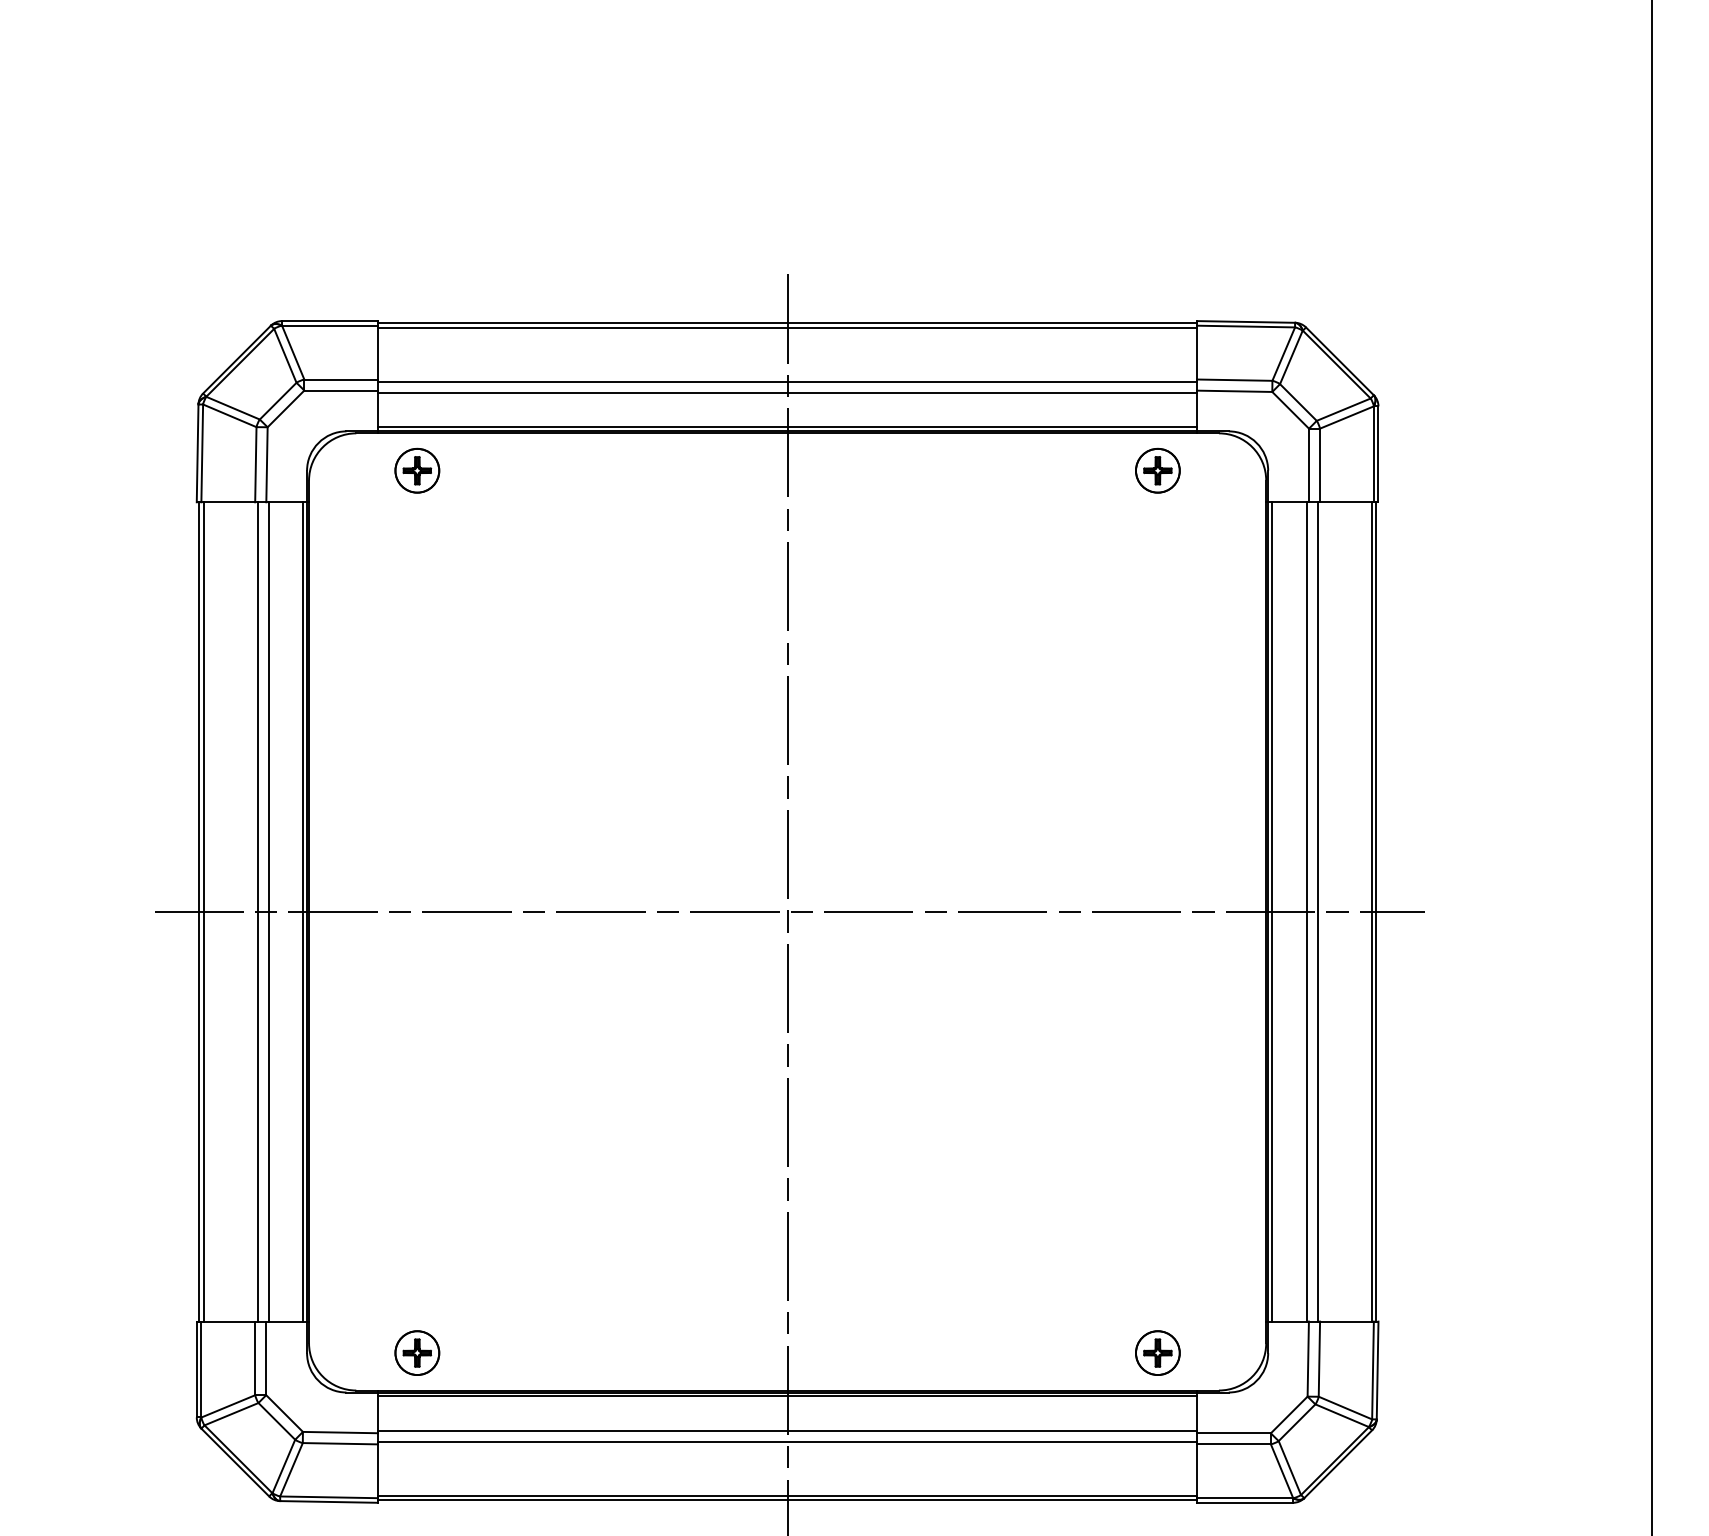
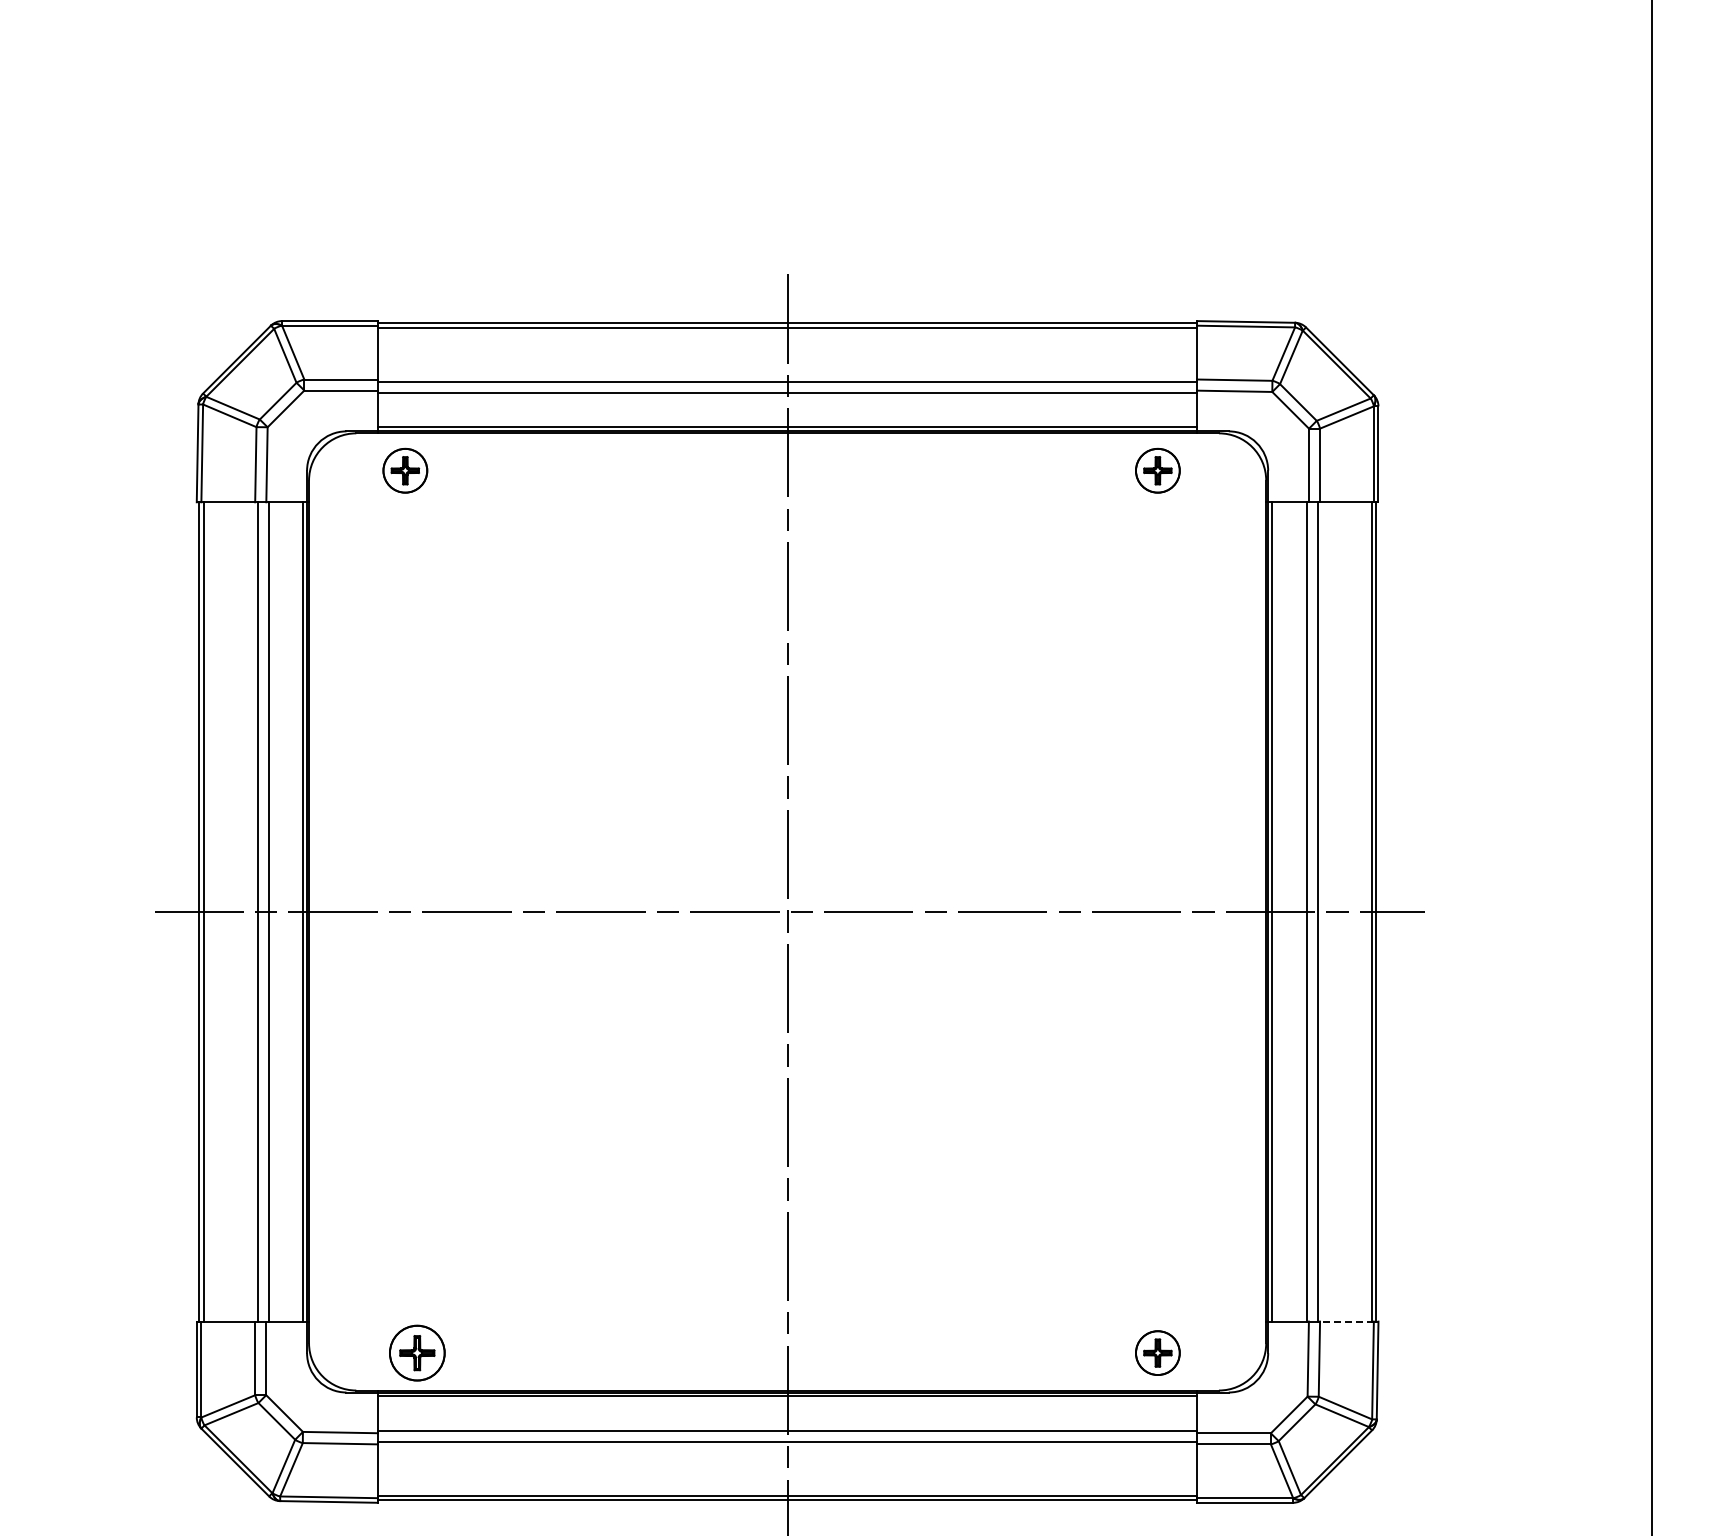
part at (417, 470) position: (417, 470) -> (405, 470)
line at (1346, 1321): solid -> dashed
part at (417, 1352) size: 47x46 px -> 57x58 px
